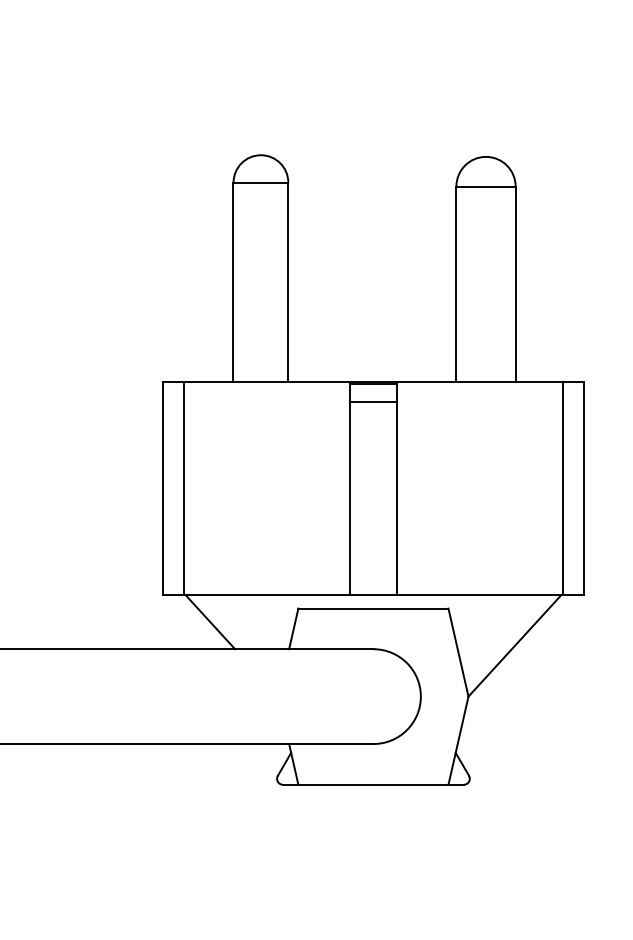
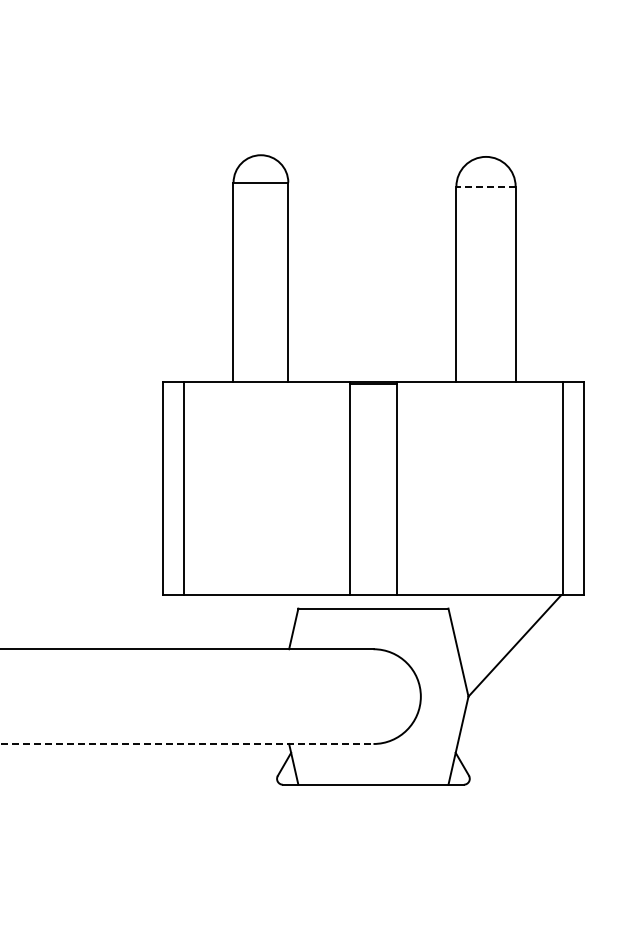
line at (486, 186): solid -> dashed
line at (373, 402): present -> none
line at (210, 622): present -> none
line at (187, 744): solid -> dashed
